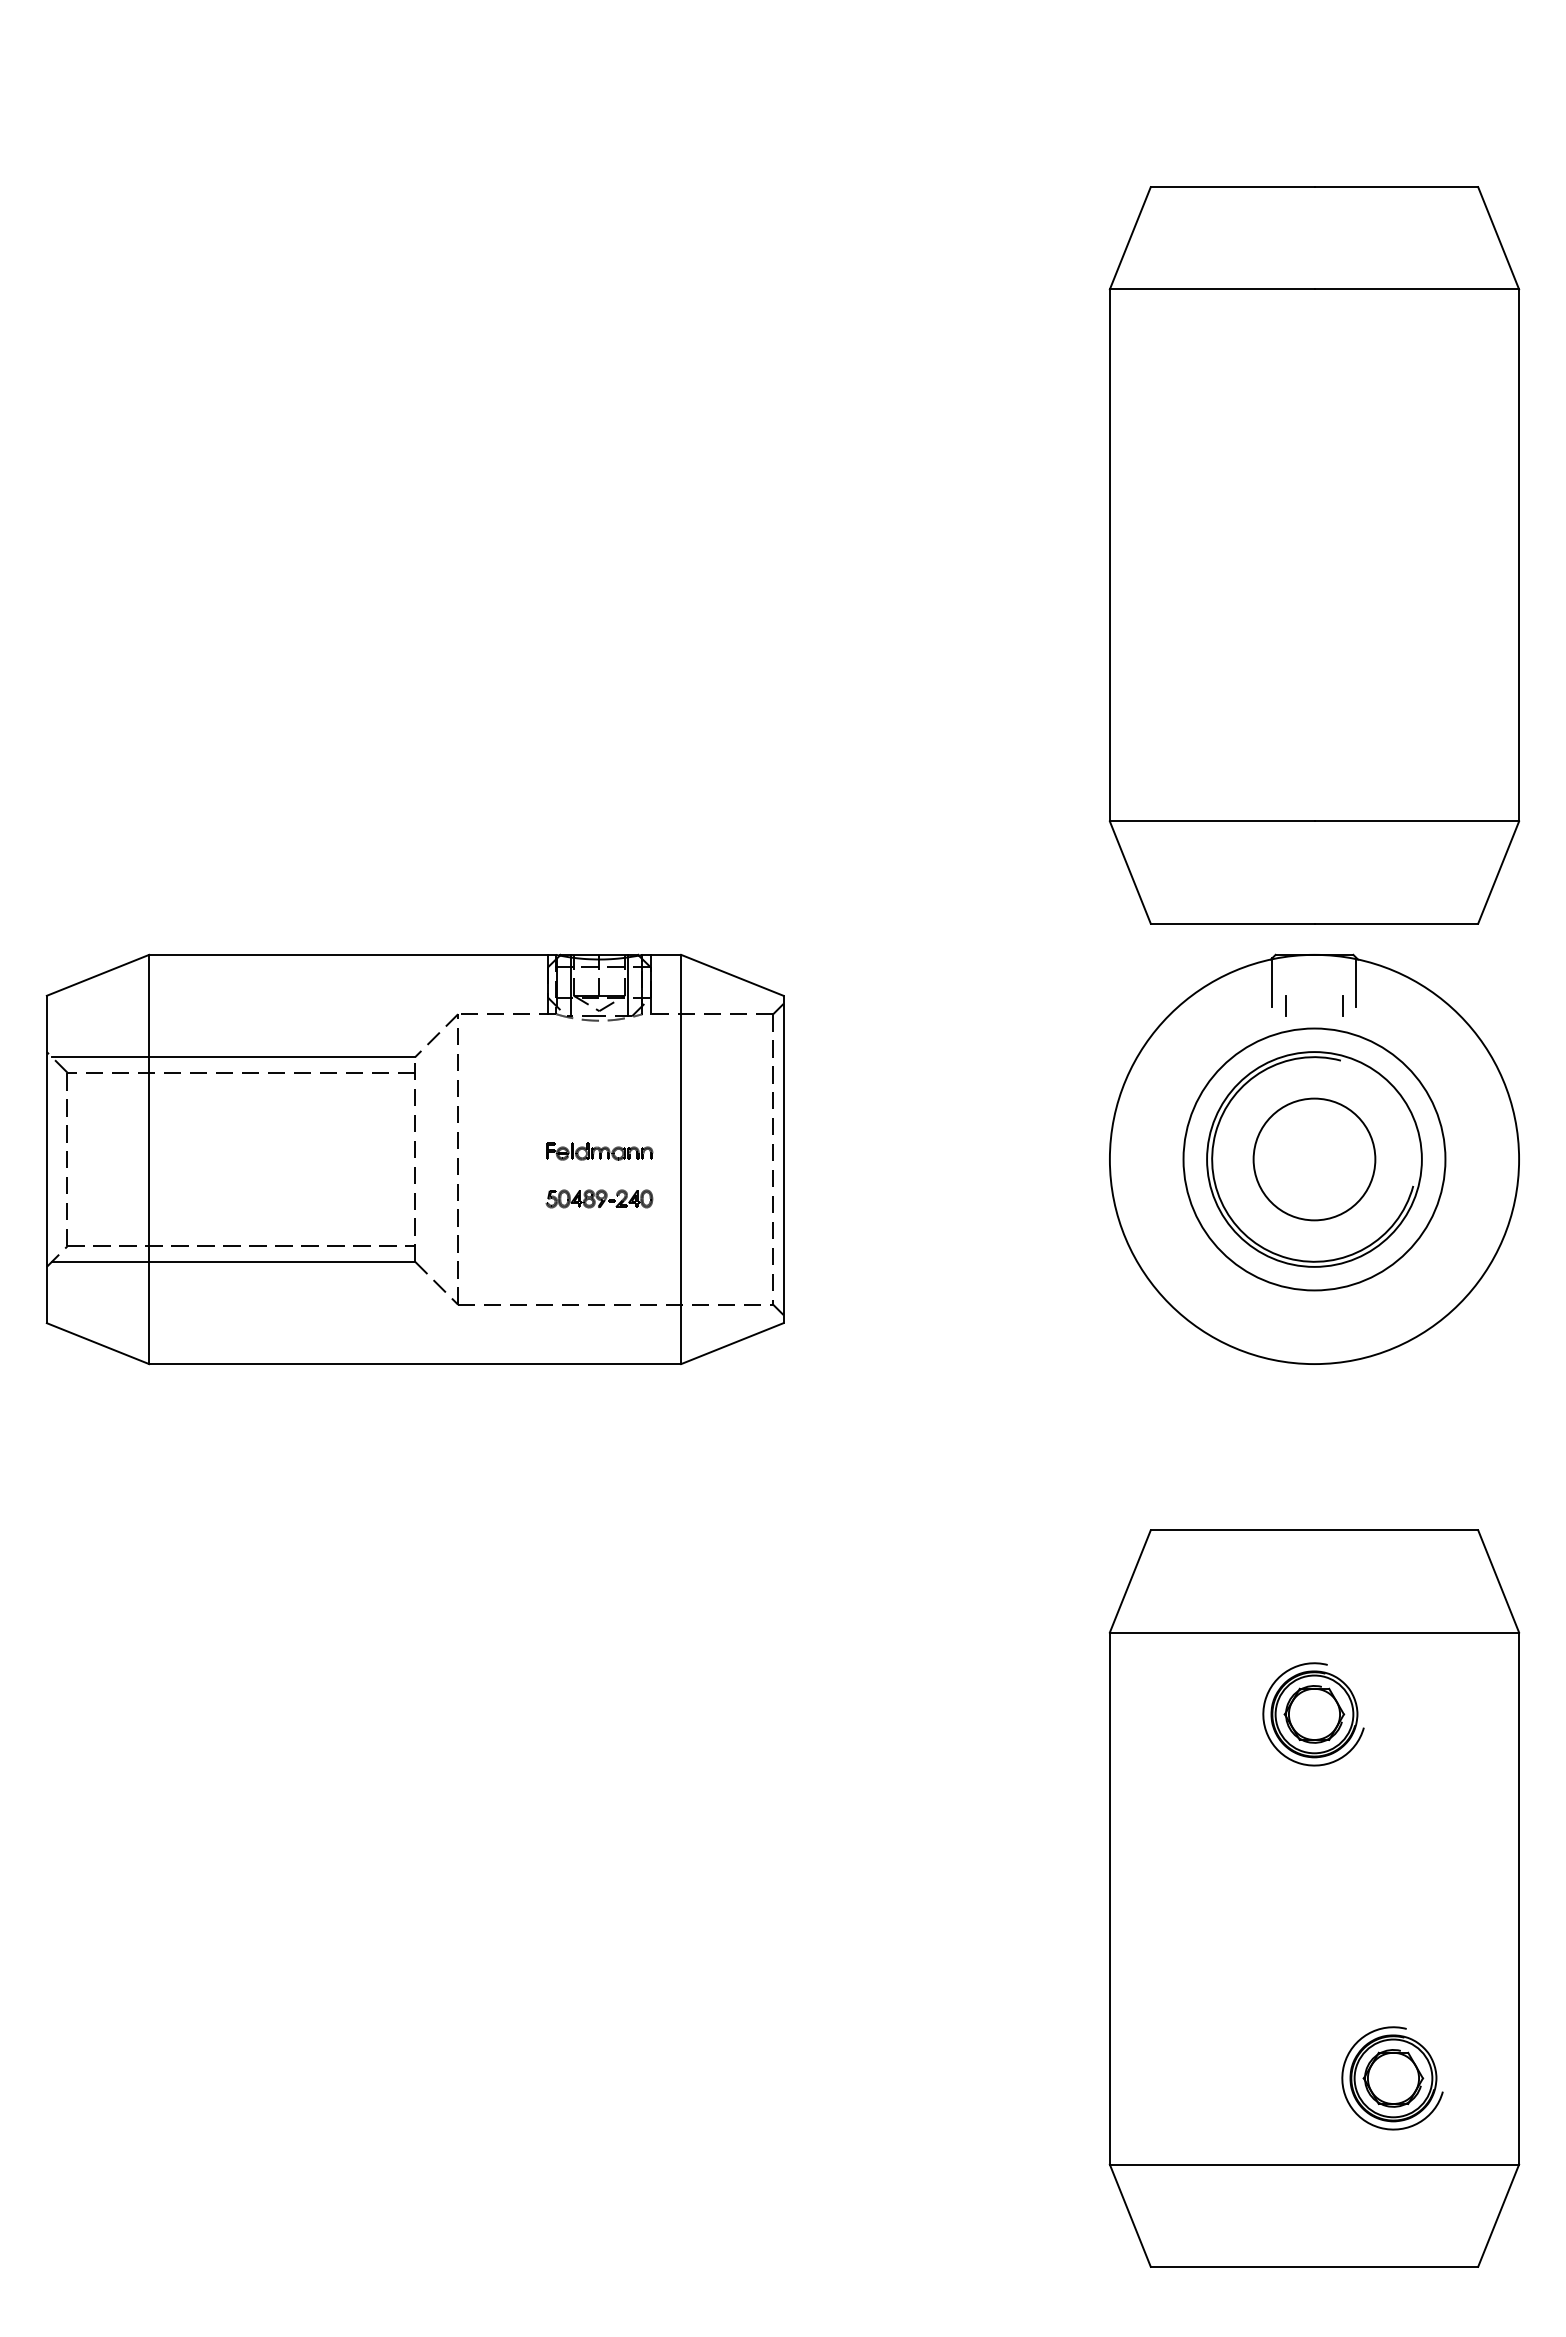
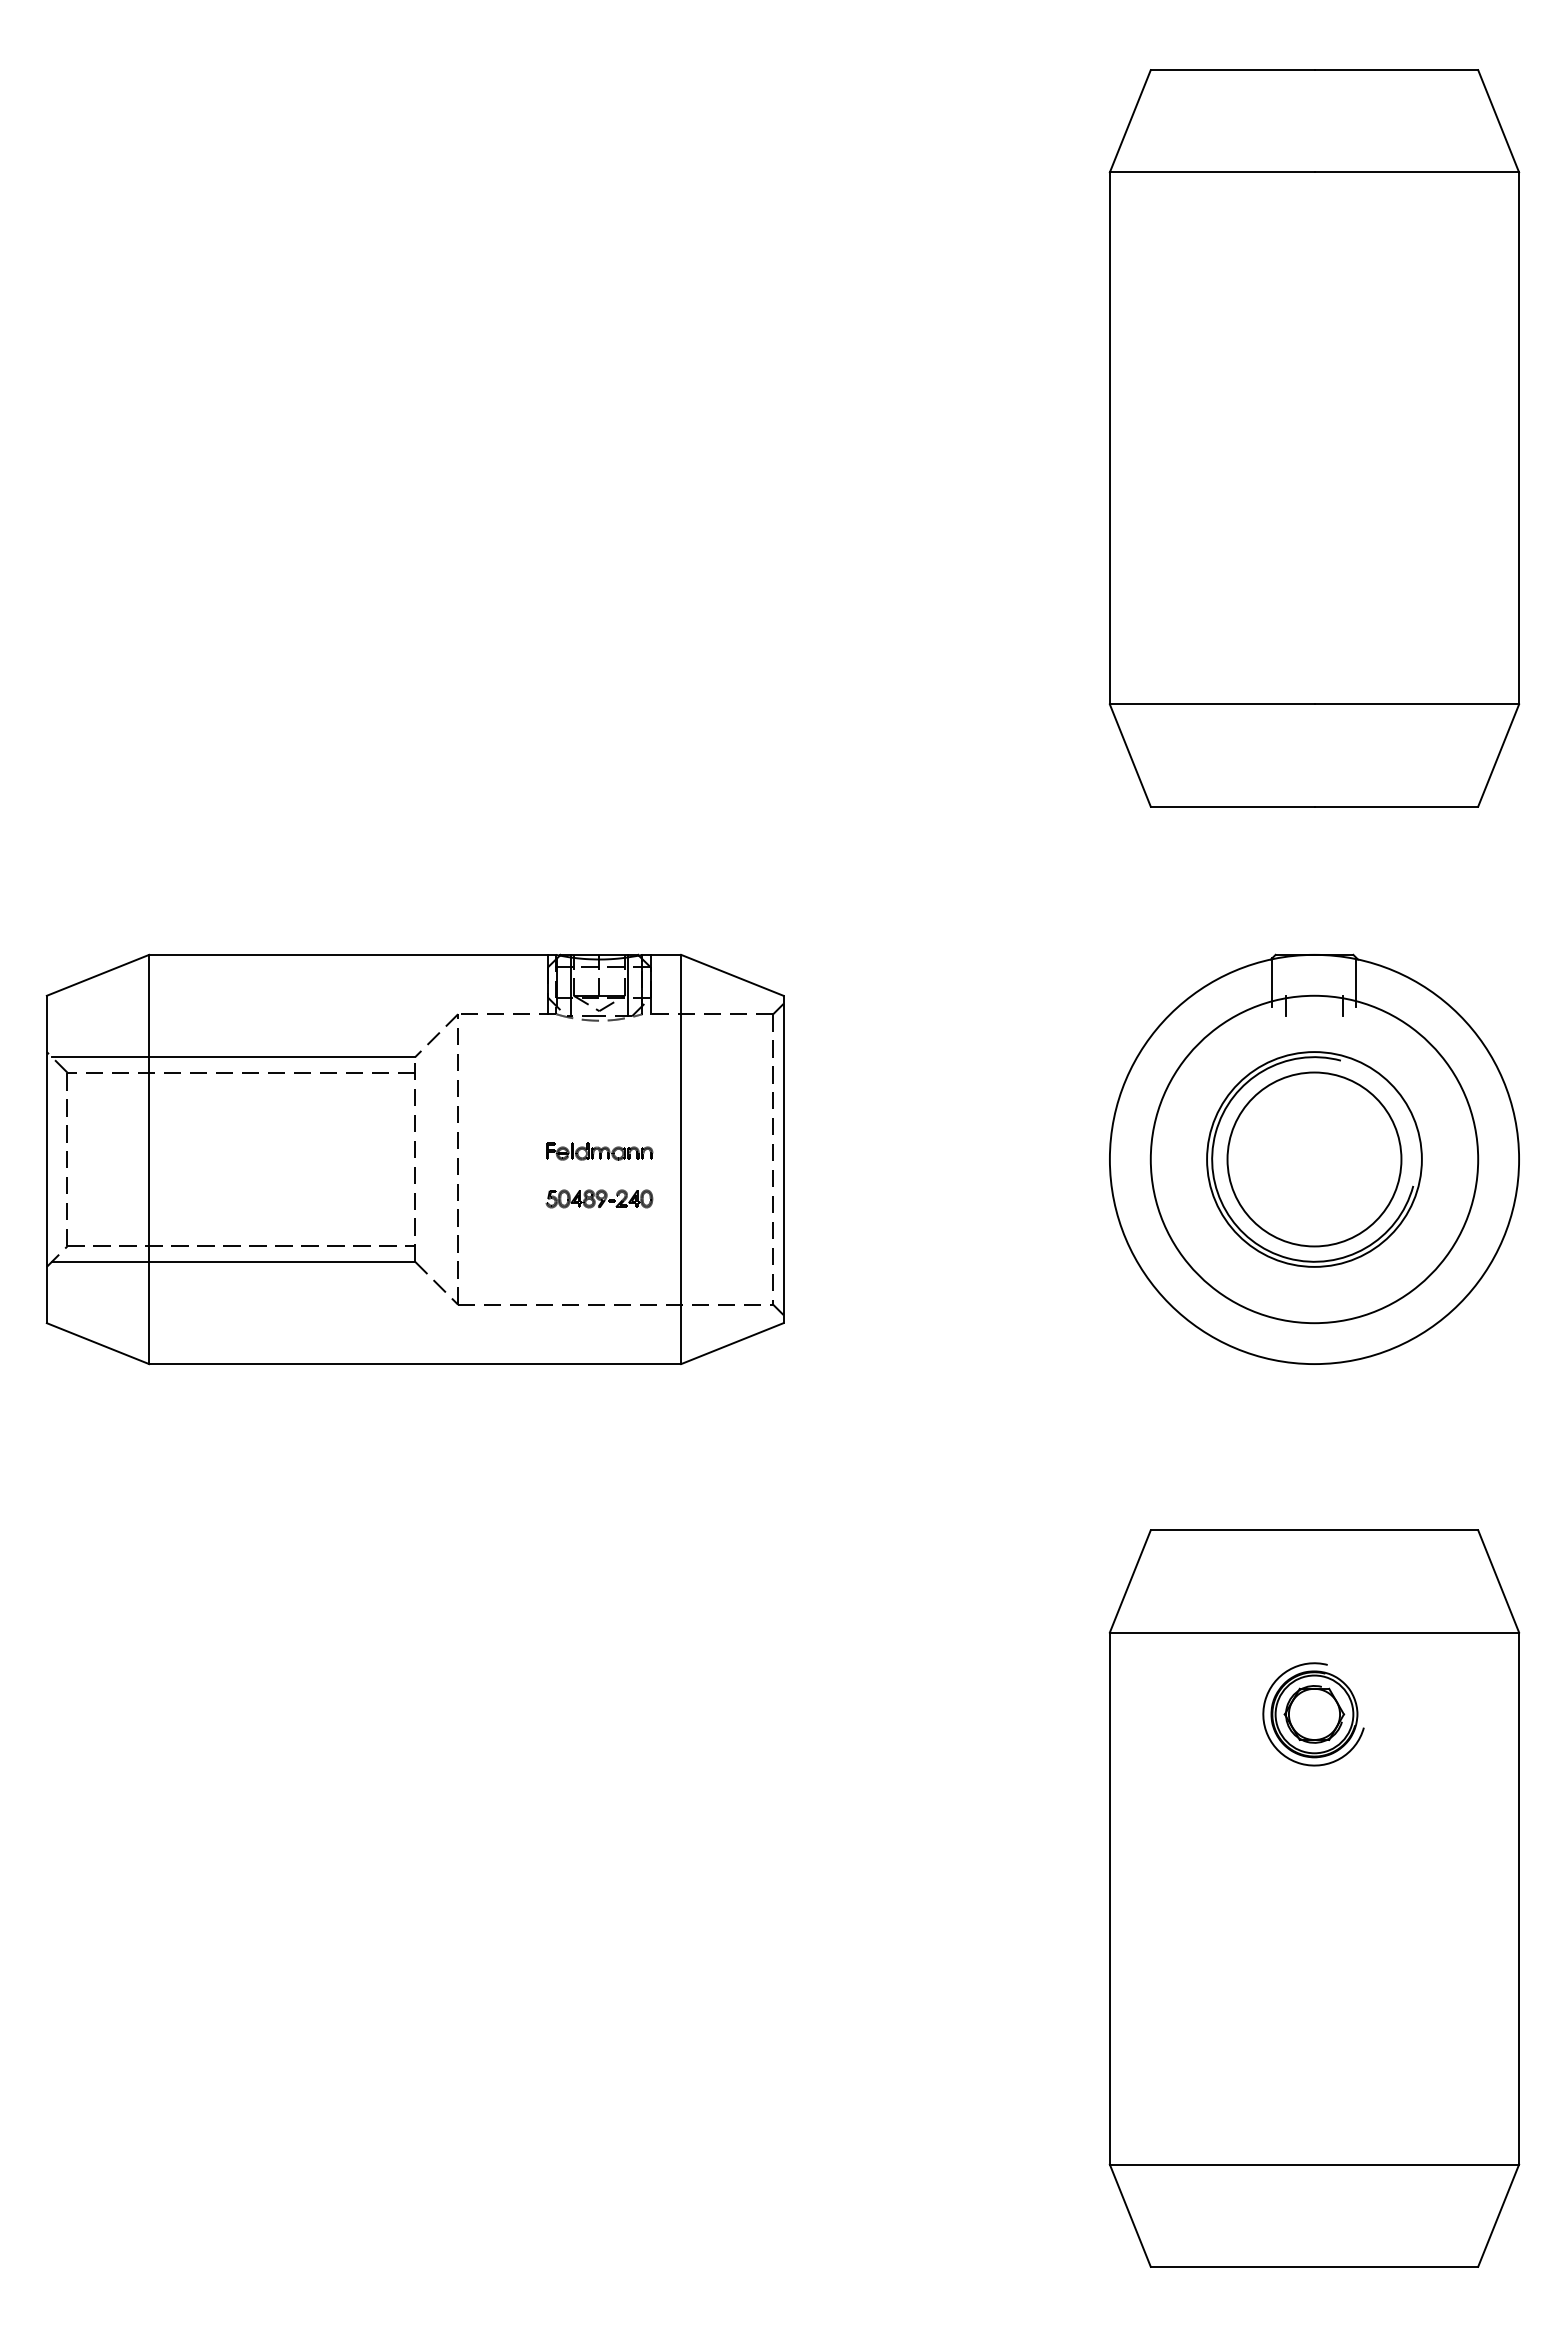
part at (1314, 555) position: (1314, 555) -> (1314, 438)
circle at (1314, 1159) diameter: 122 px -> 174 px
circle at (1314, 1159) diameter: 262 px -> 327 px
part at (1392, 2078): present -> none
